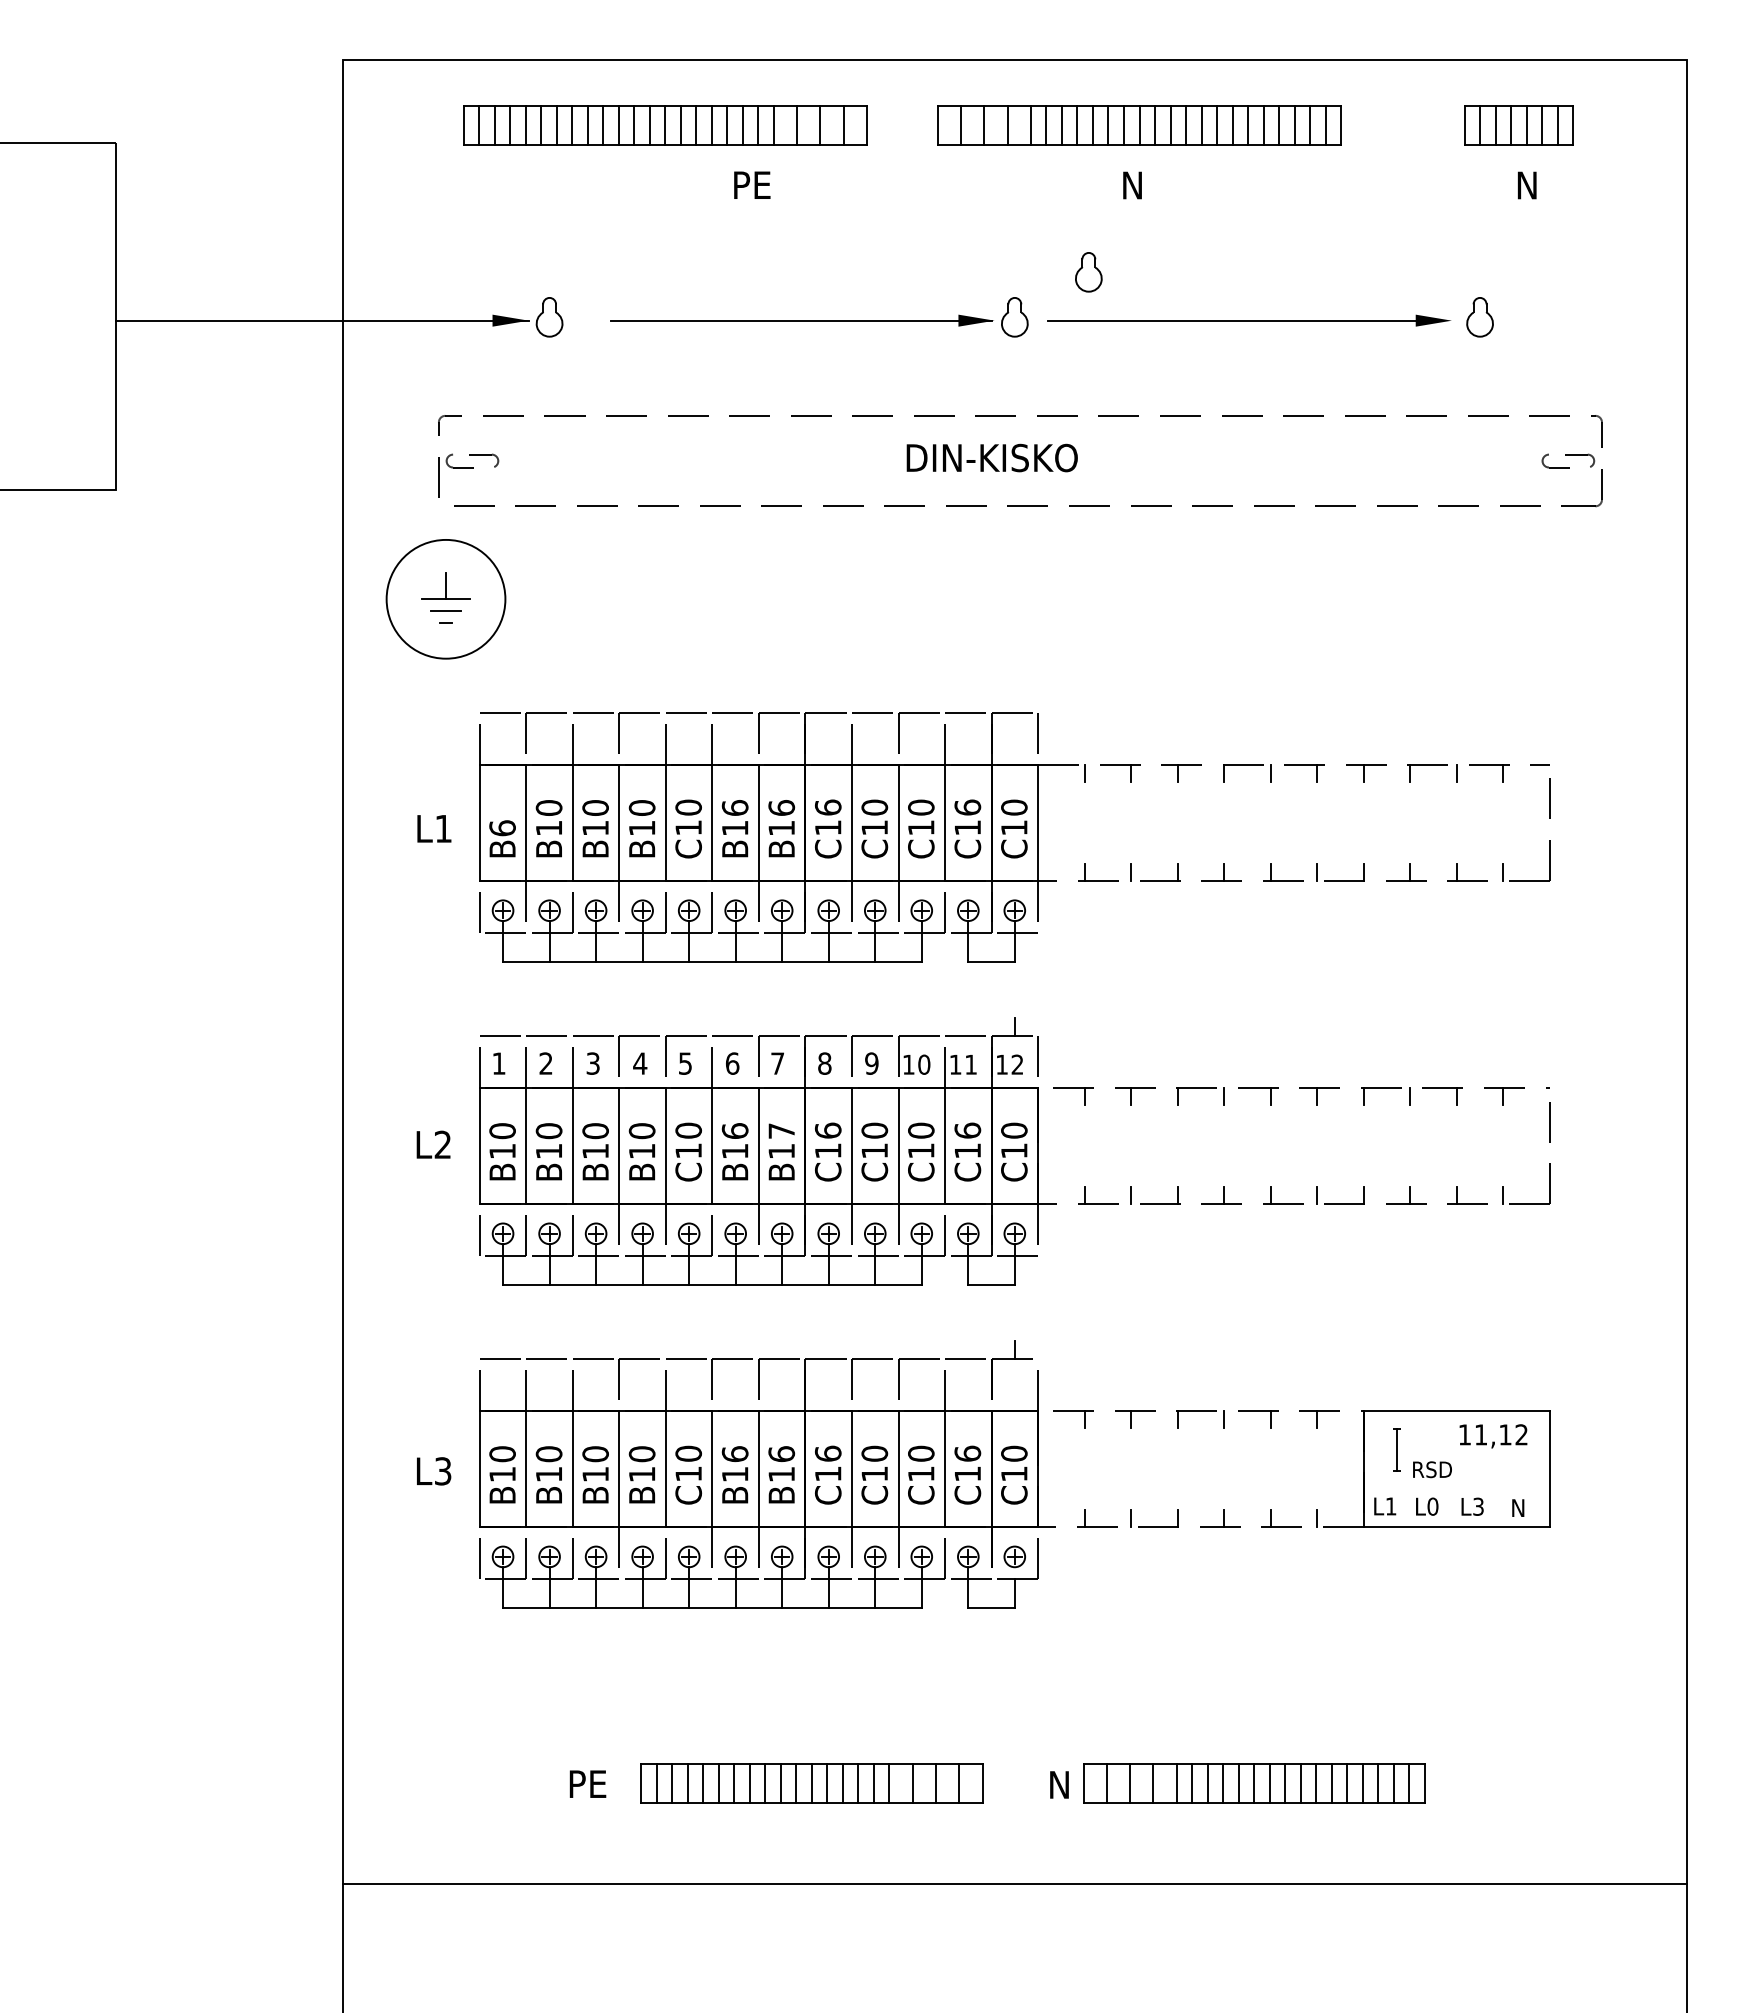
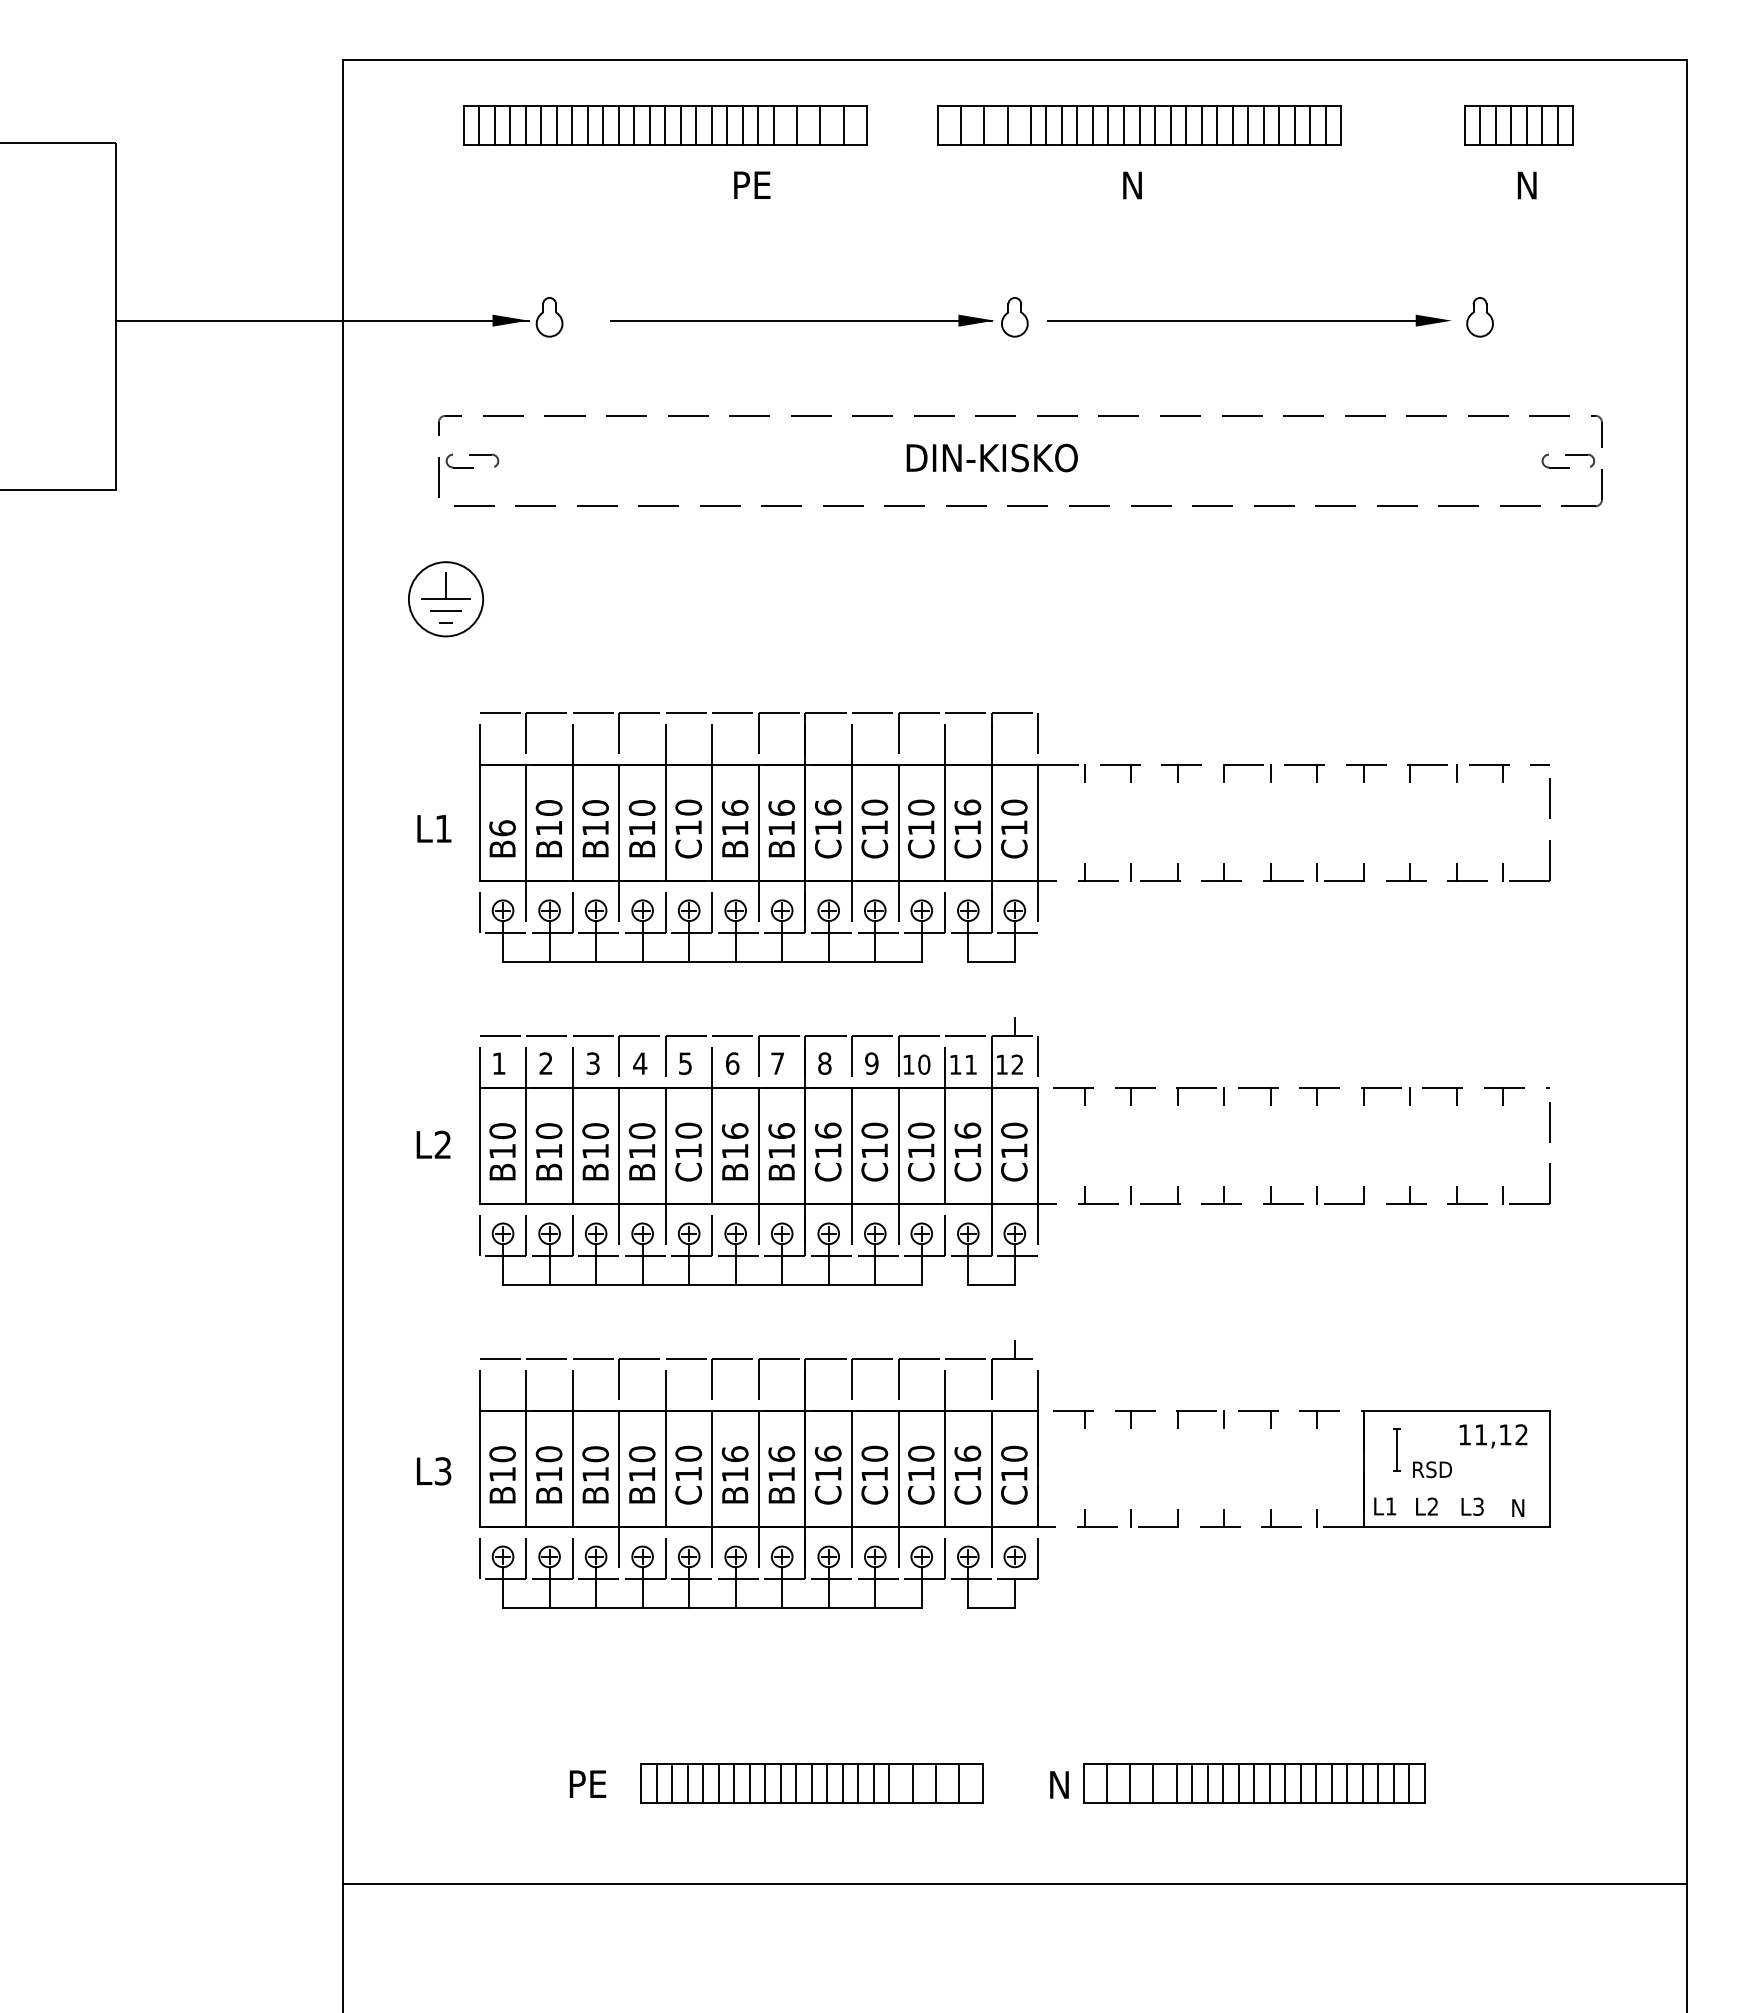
part at (1088, 272): present -> none
circle at (445, 598) diameter: 119 px -> 74 px
text at (781, 1130): B17 -> B16
text at (1432, 1506): L0 -> L2
